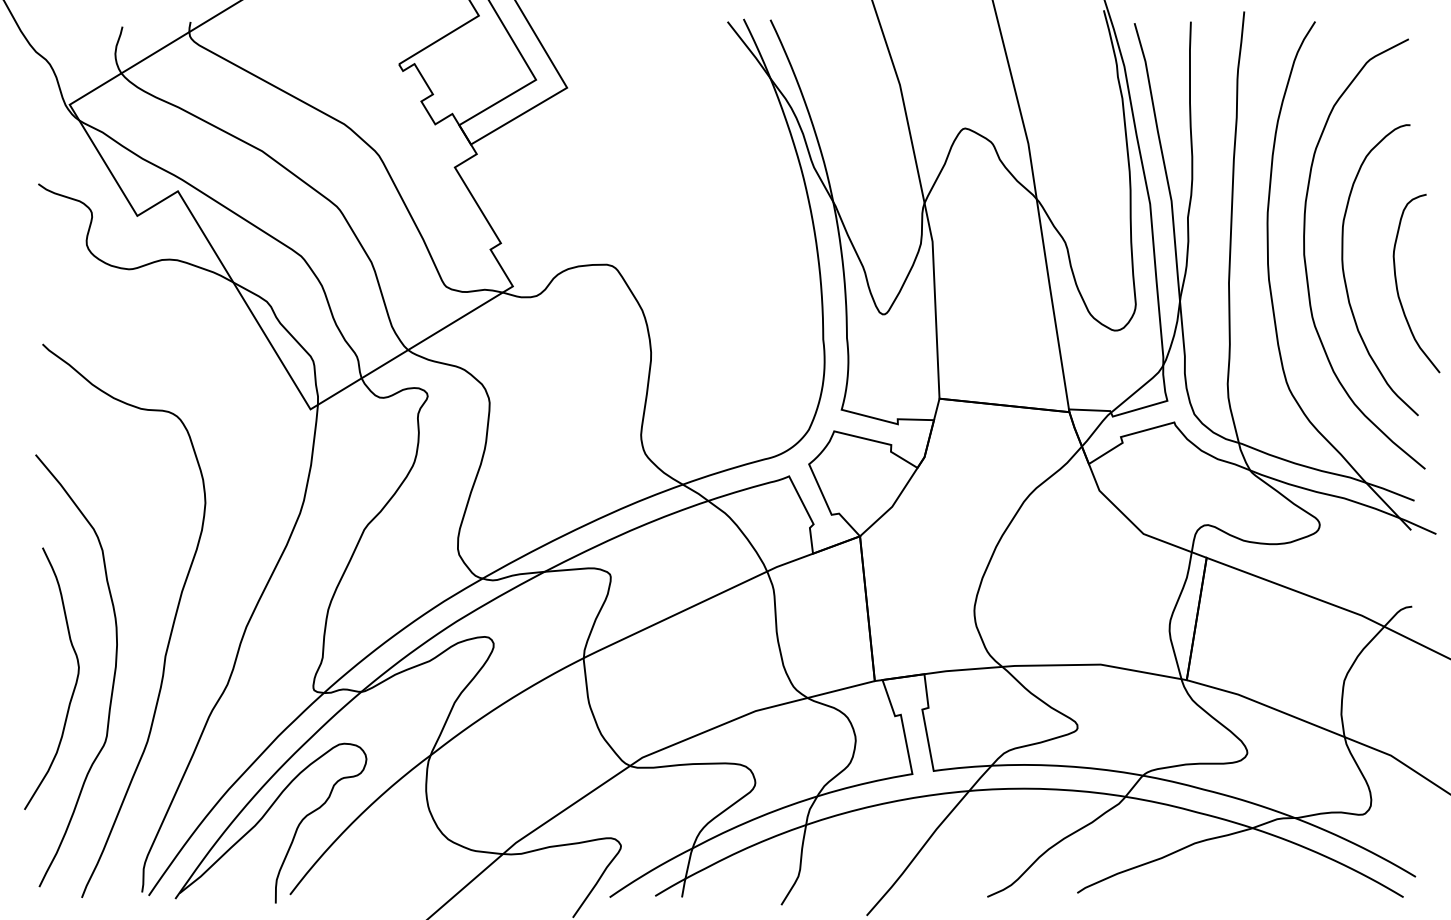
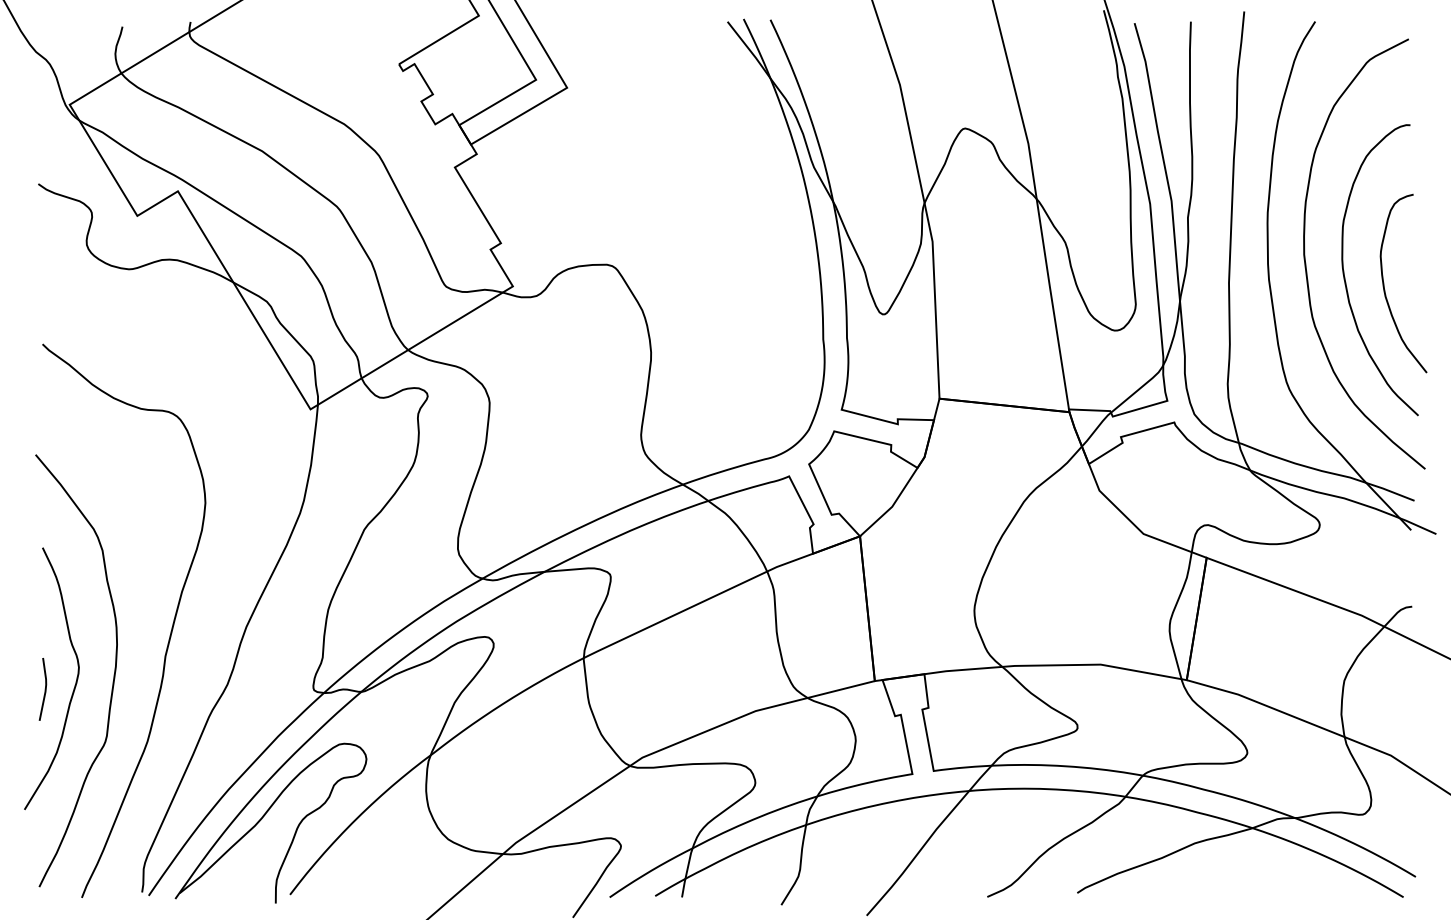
curve at (1398, 289) position: (1398, 289) -> (1385, 289)
line at (44, 689): none -> present
